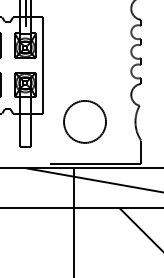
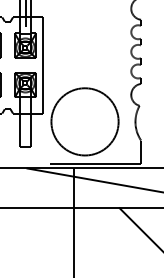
part at (84, 121) size: 44x44 px -> 70x70 px
